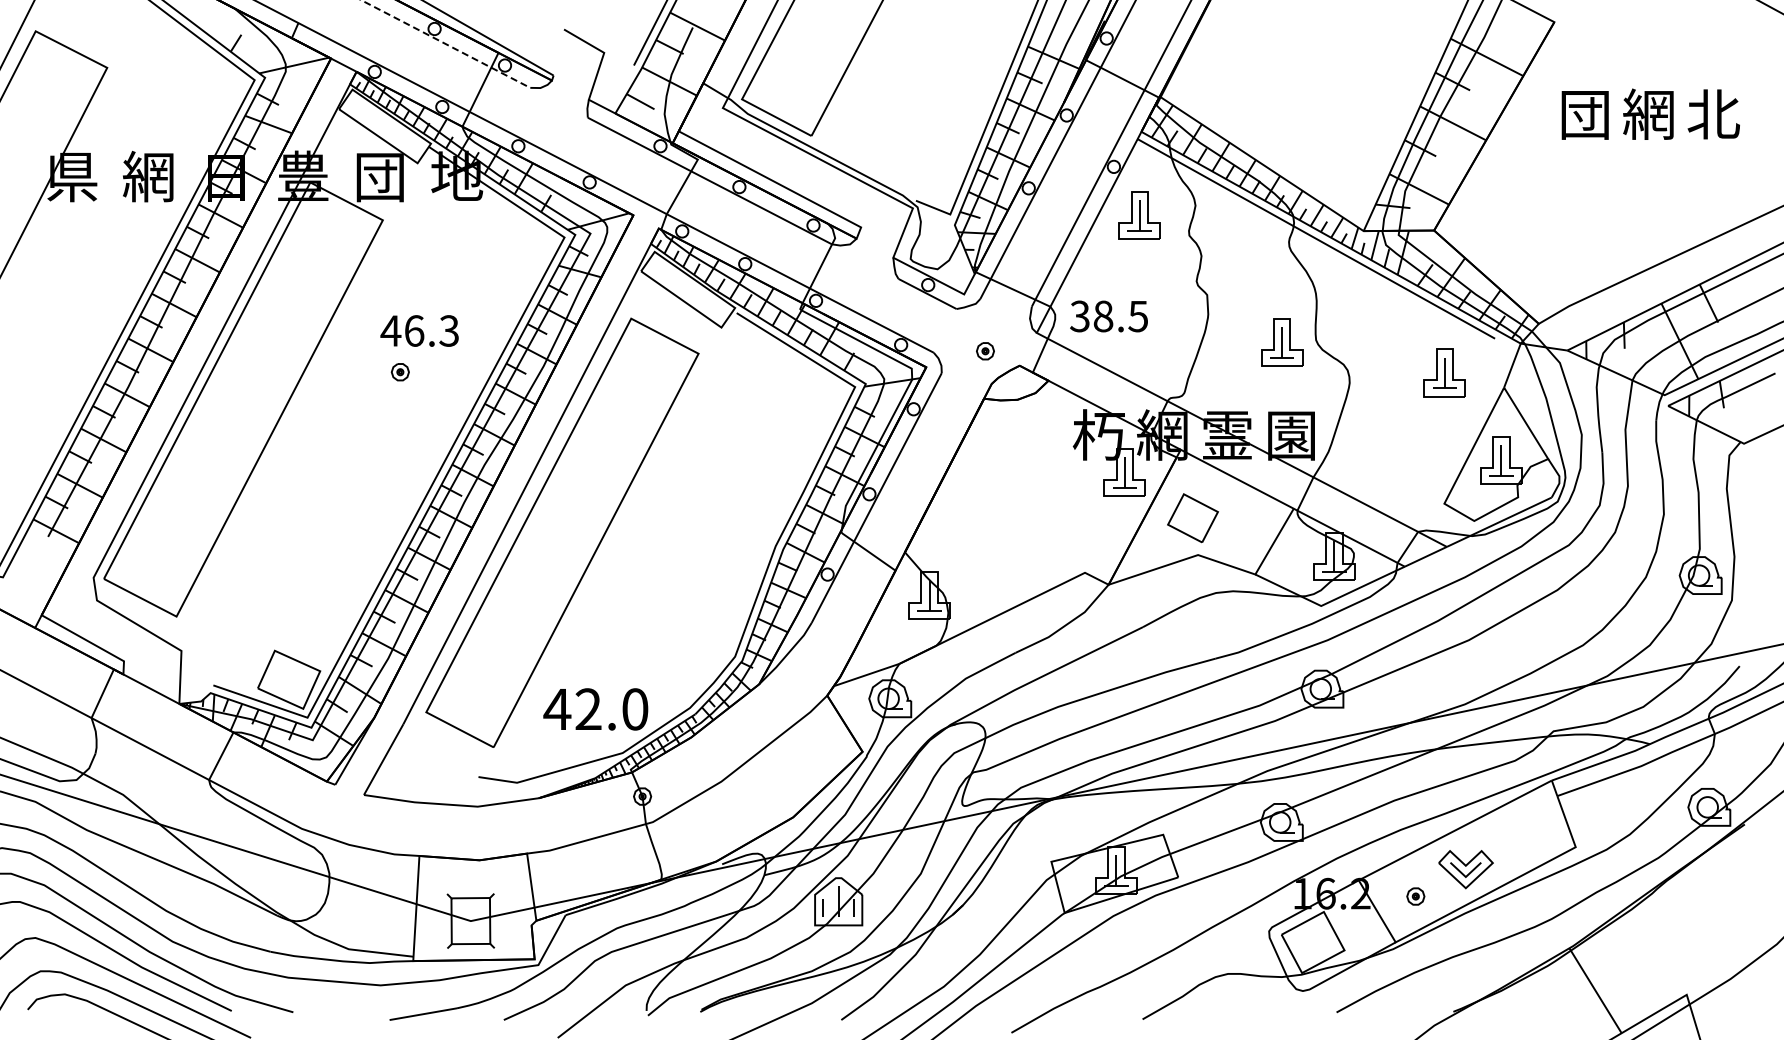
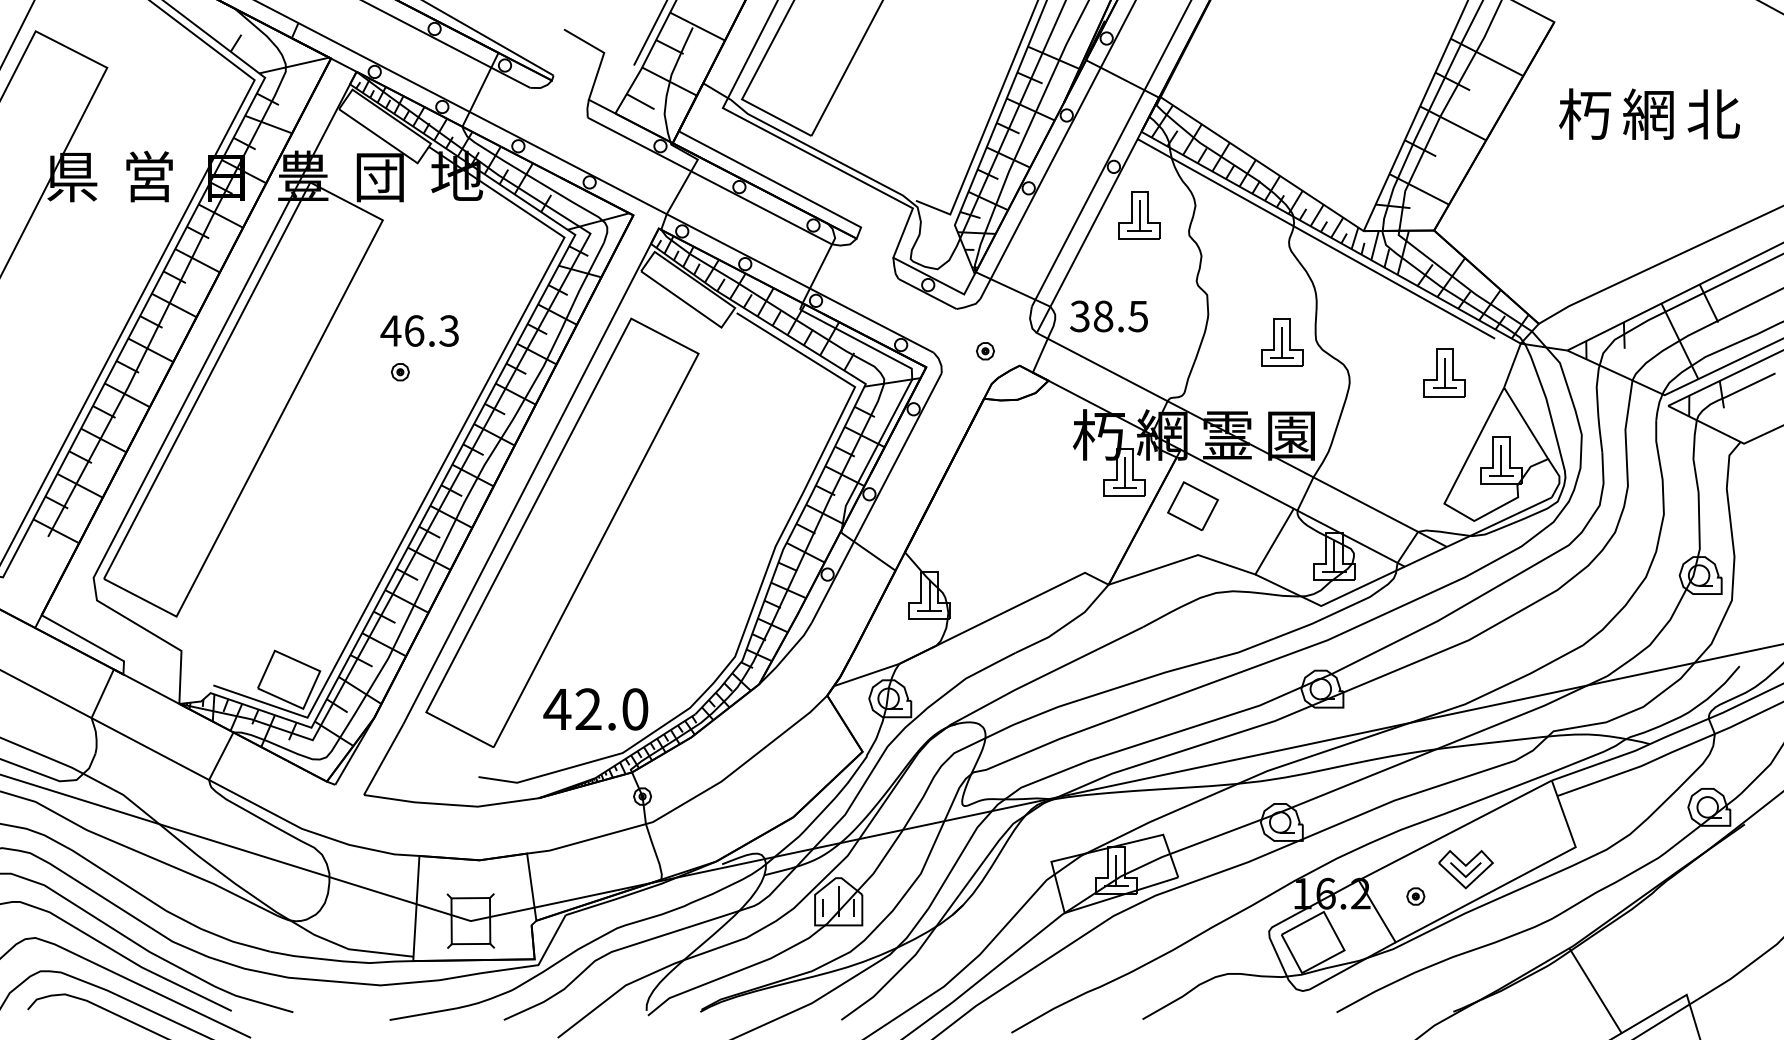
line at (446, 44): dashed -> solid
text at (1585, 113): 団 -> 朽
text at (148, 176): 網 -> 営
part at (1192, 518) position: (1192, 518) -> (1192, 506)
